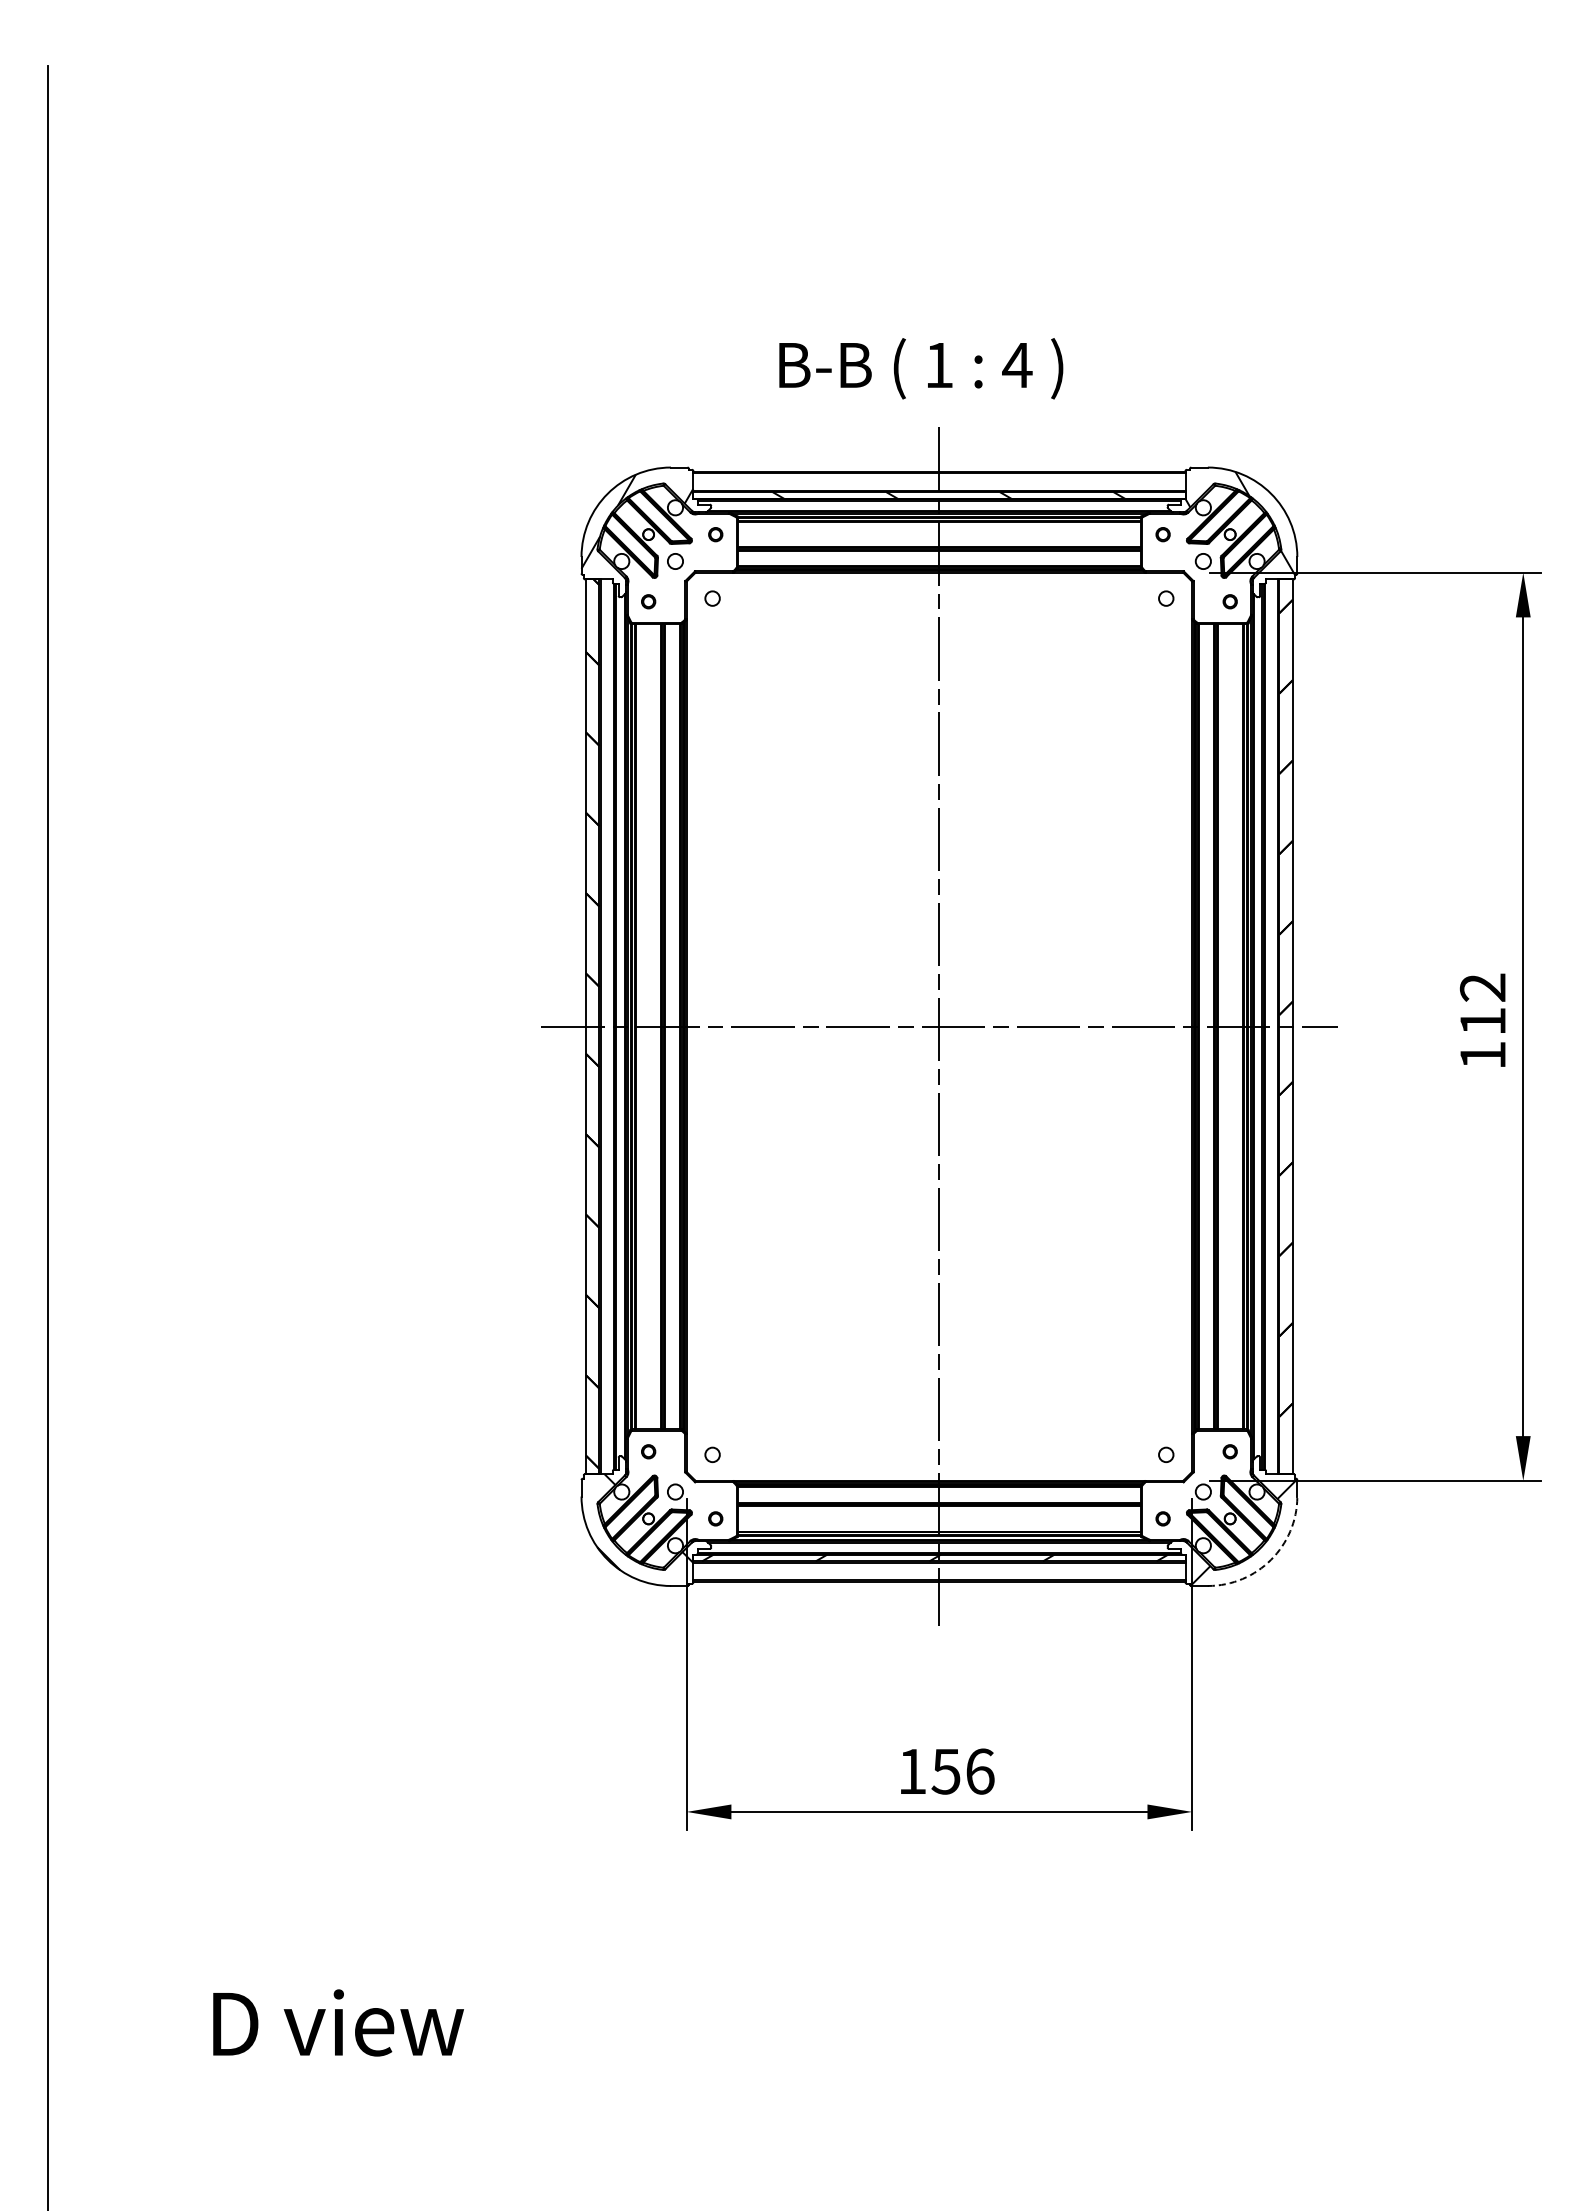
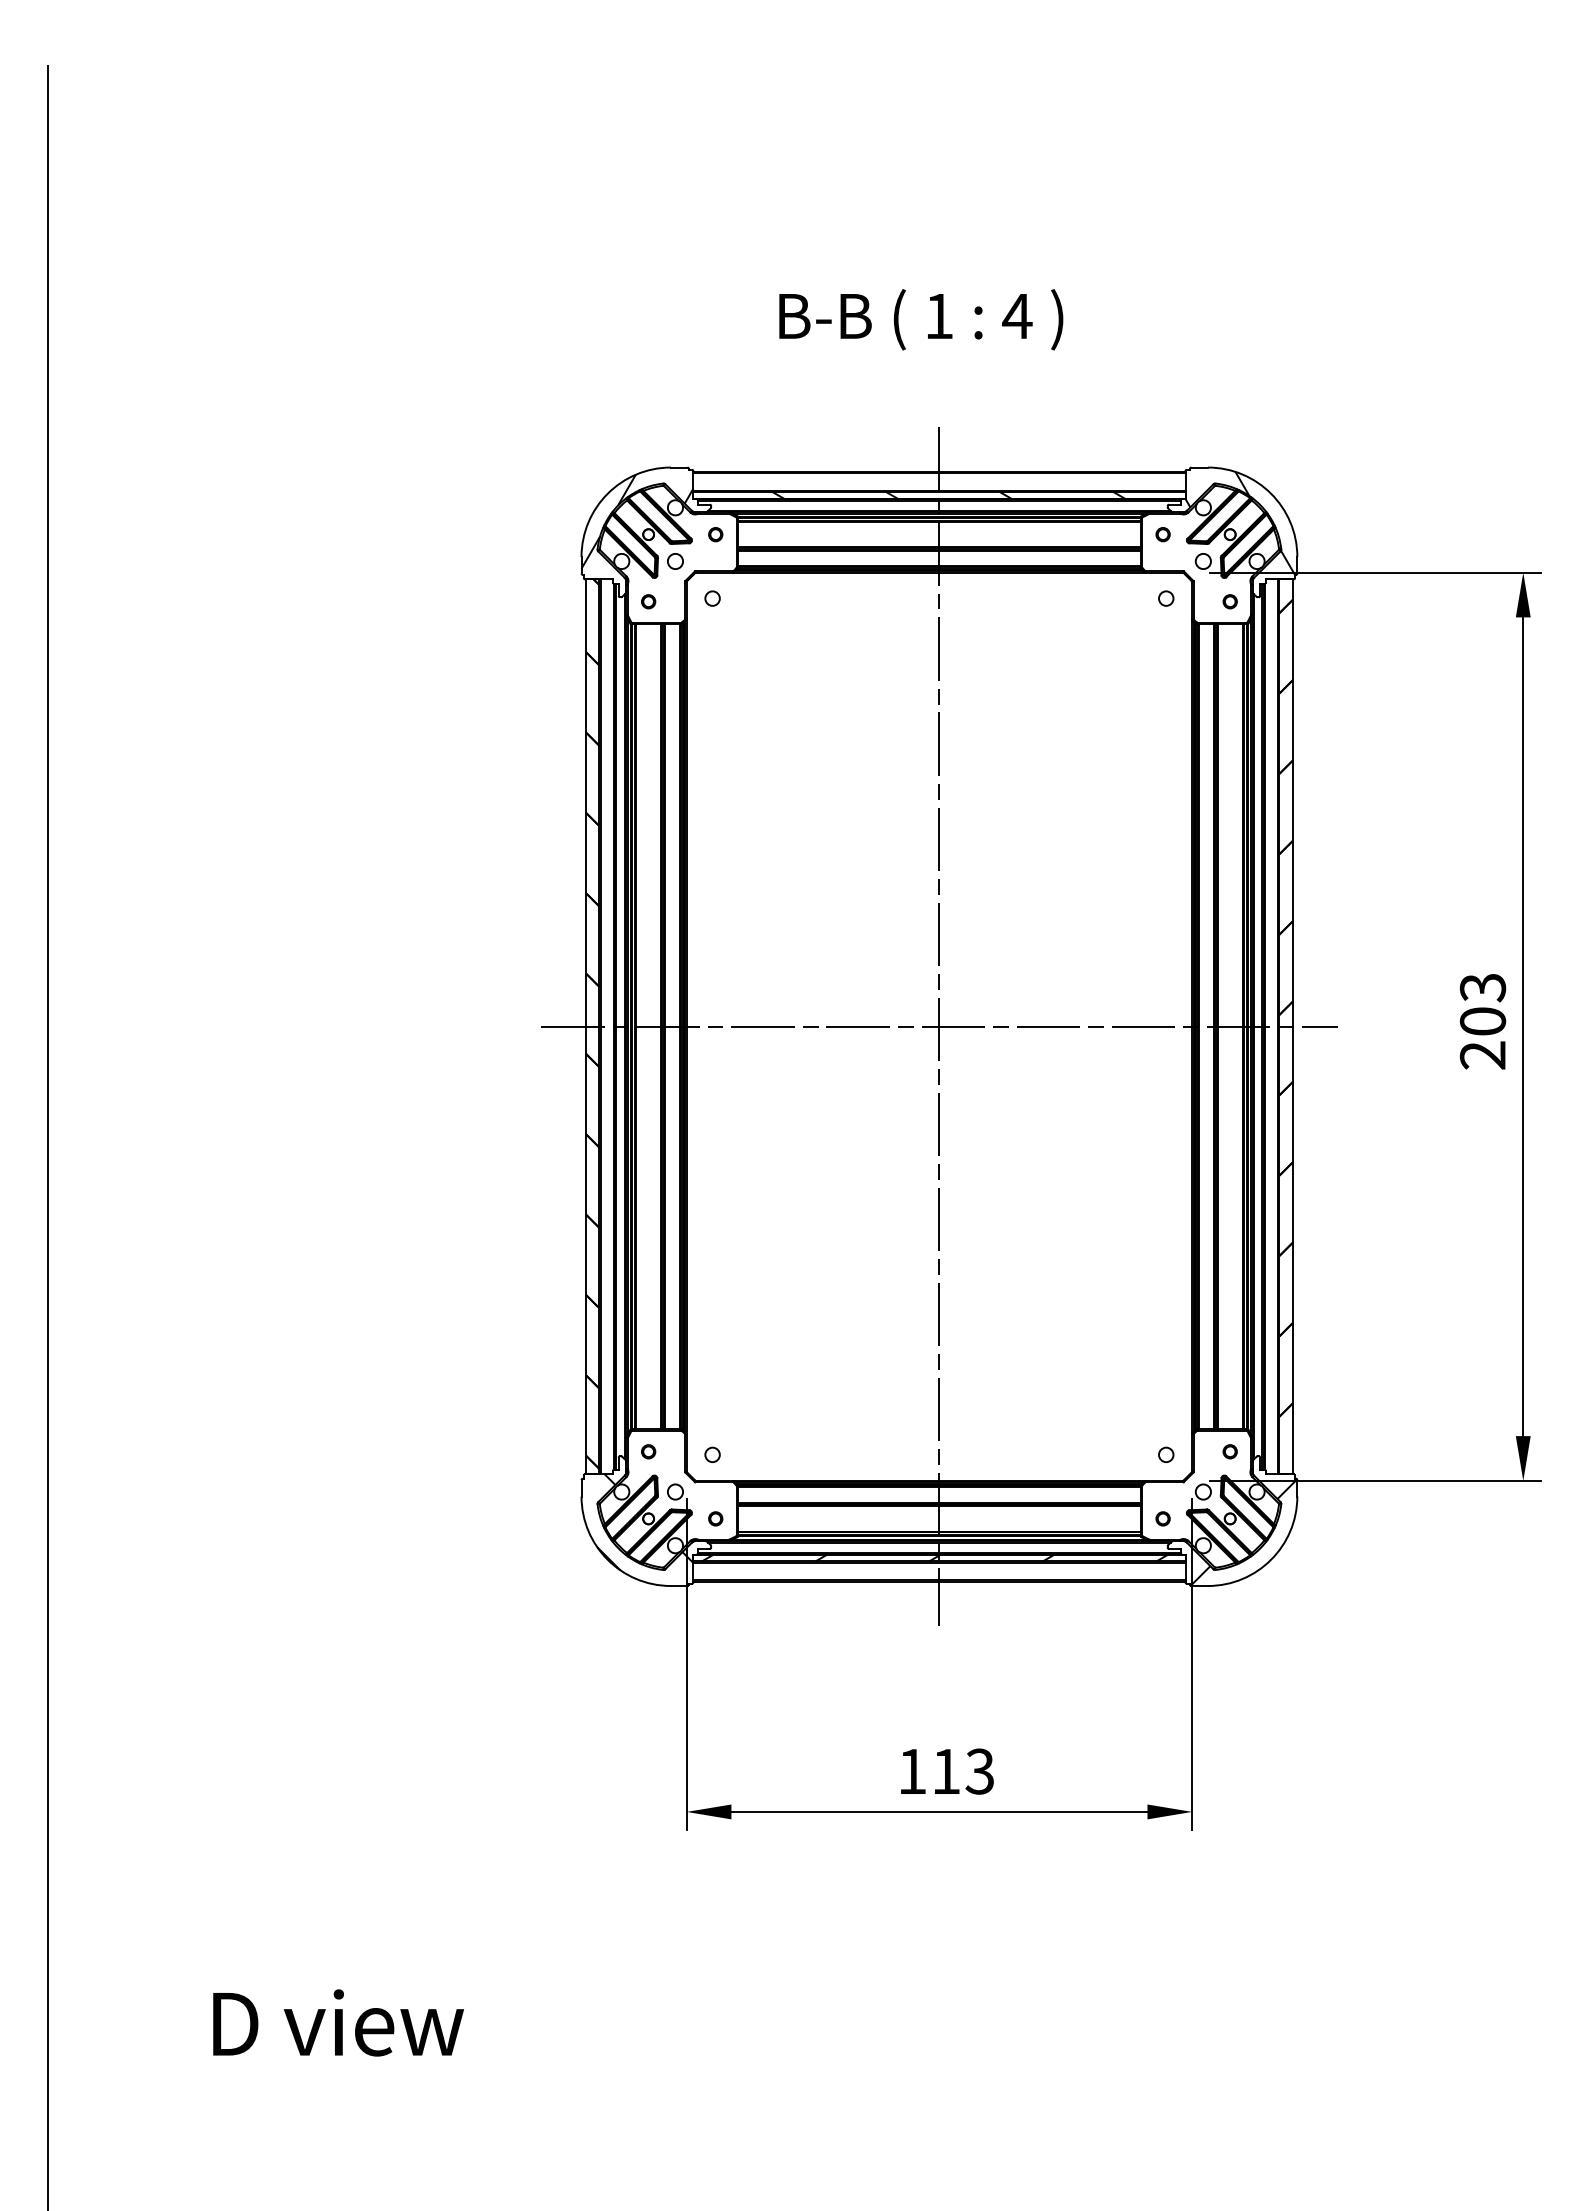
text at (921, 368) position: (921, 368) -> (921, 319)
text at (1482, 1021): 112 -> 203
arc at (1271, 1559): dashed -> solid
text at (962, 1771): 156 -> 113
